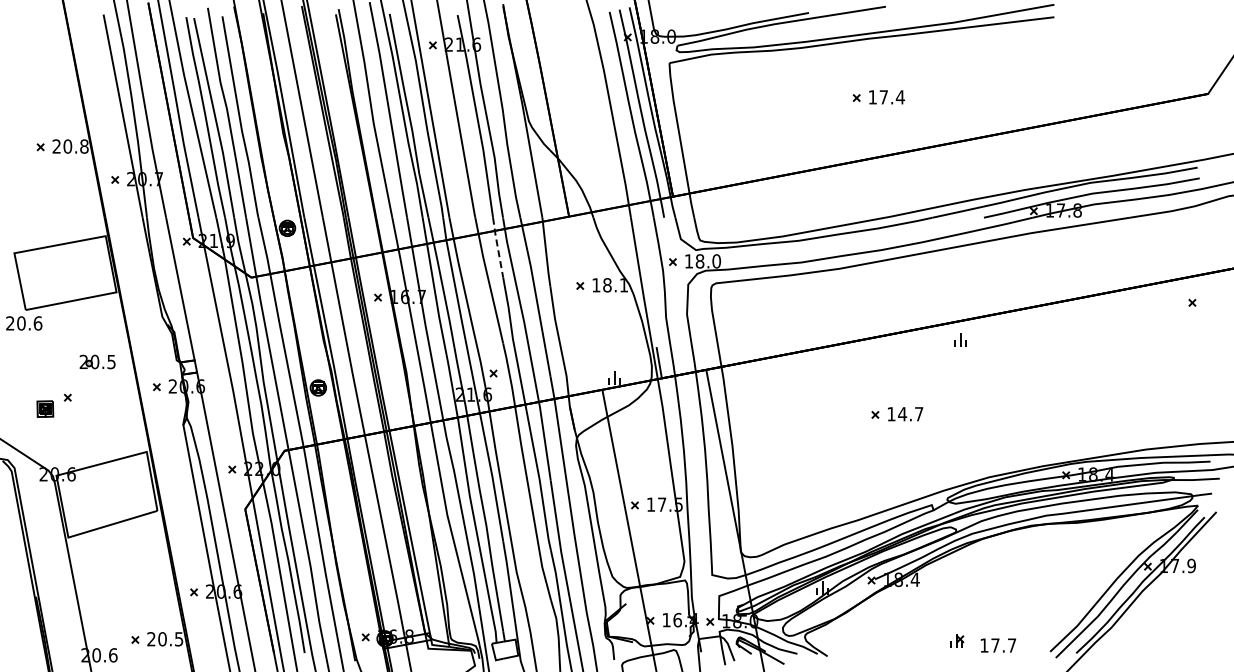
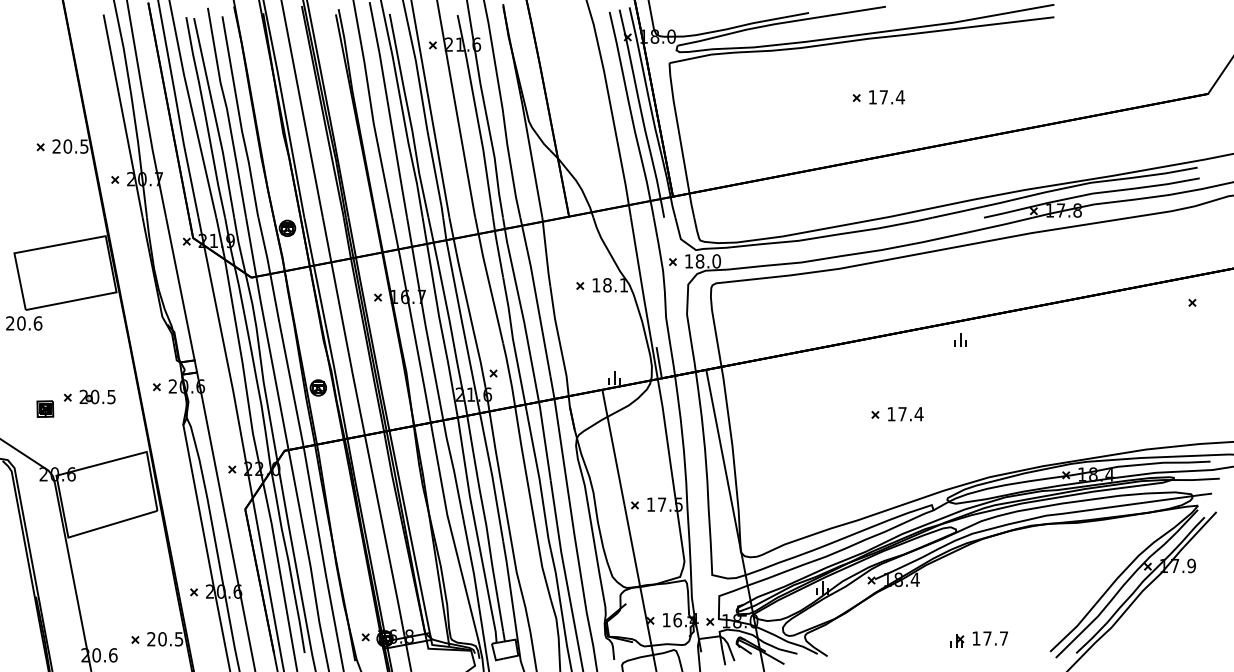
text at (84, 146): 20.8 -> 20.5
line at (497, 247): dashed -> solid
part at (97, 361) position: (97, 361) -> (97, 396)
text at (910, 414): 14.7 -> 17.4
text at (997, 645) position: (997, 645) -> (989, 638)
